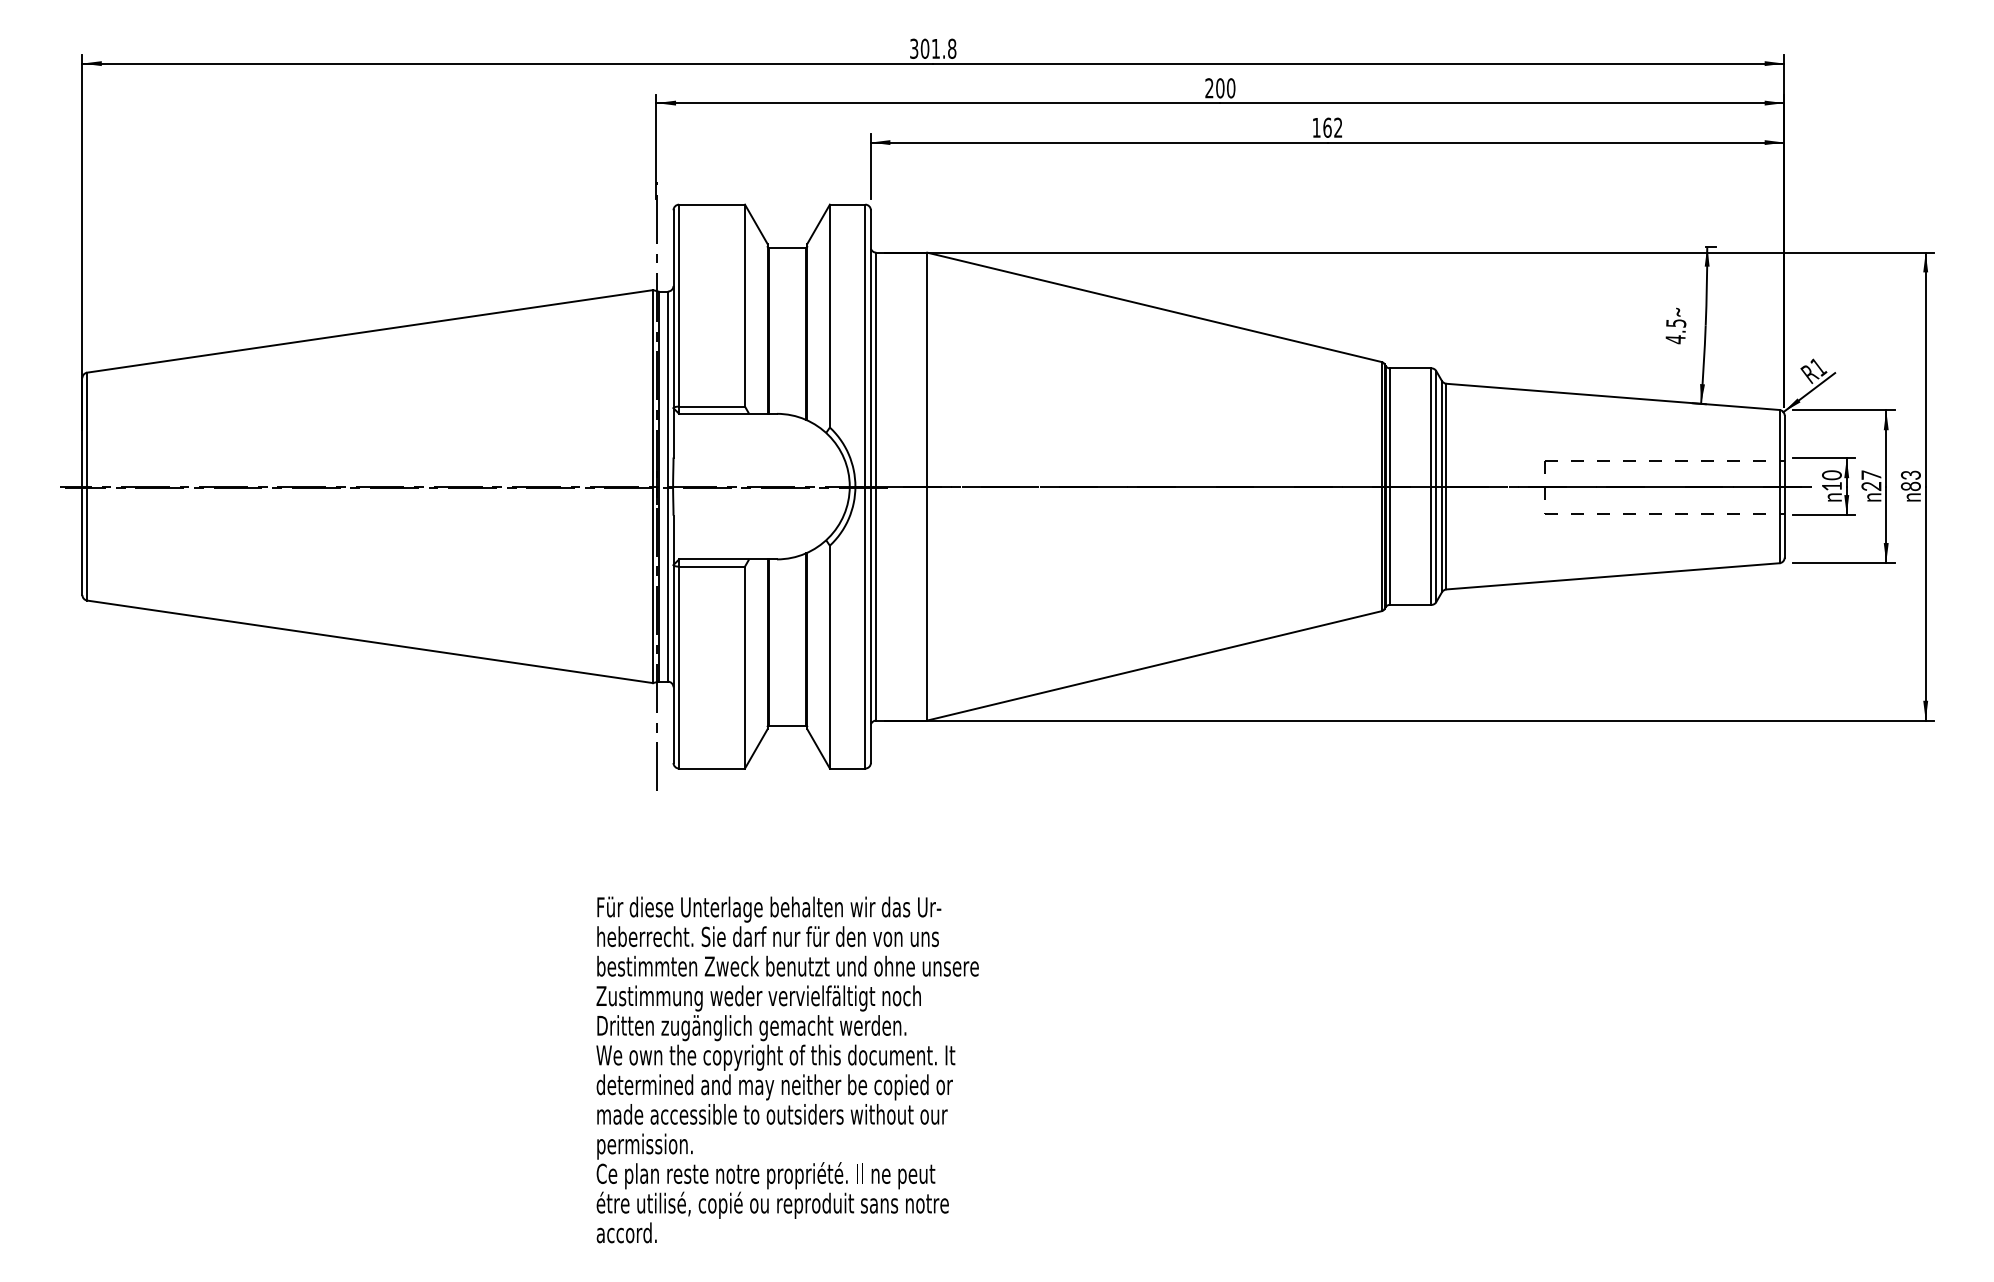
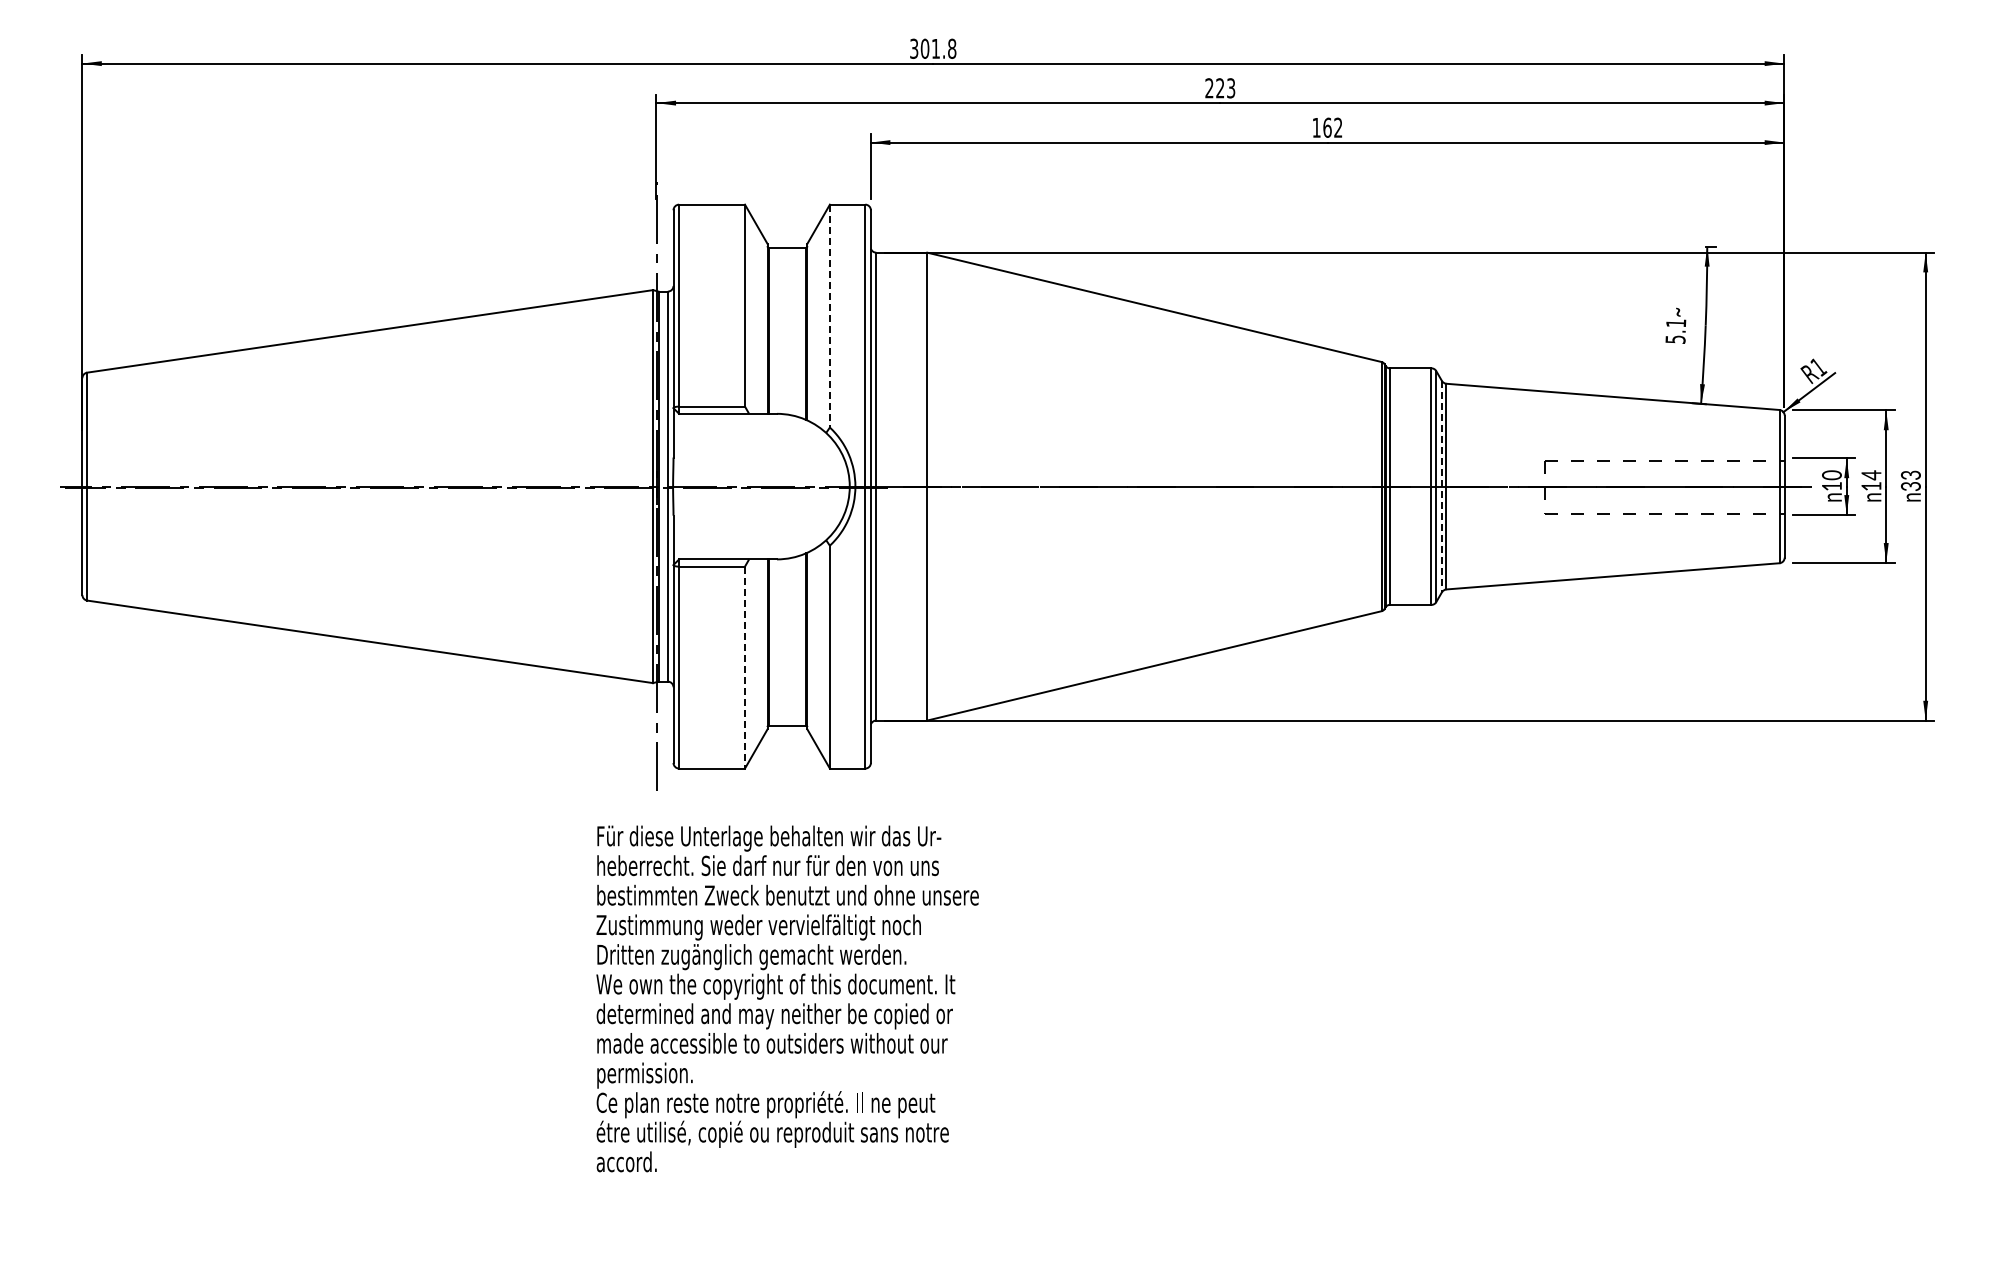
text at (1225, 88): 200 -> 223
line at (829, 316): solid -> dashed
text at (1675, 331): 4.5 -> 5.1
text at (1871, 480): 27 -> 14
text at (1910, 485): 83 -> 33
line at (1441, 486): solid -> dashed
line at (745, 667): solid -> dashed
text at (787, 1069) position: (787, 1069) -> (787, 998)
